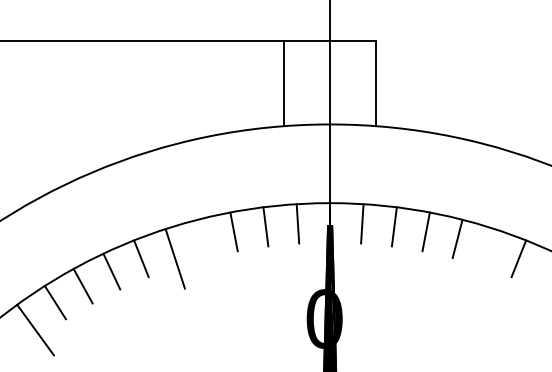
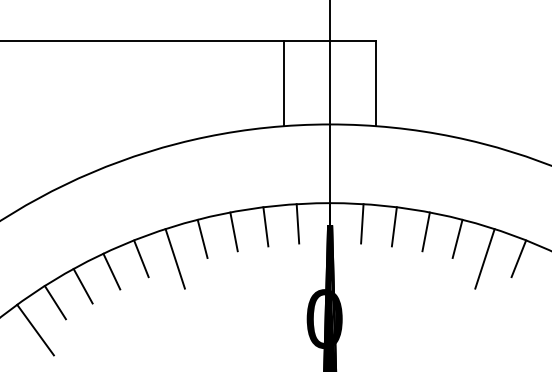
line at (202, 238): none -> present
line at (484, 258): none -> present
